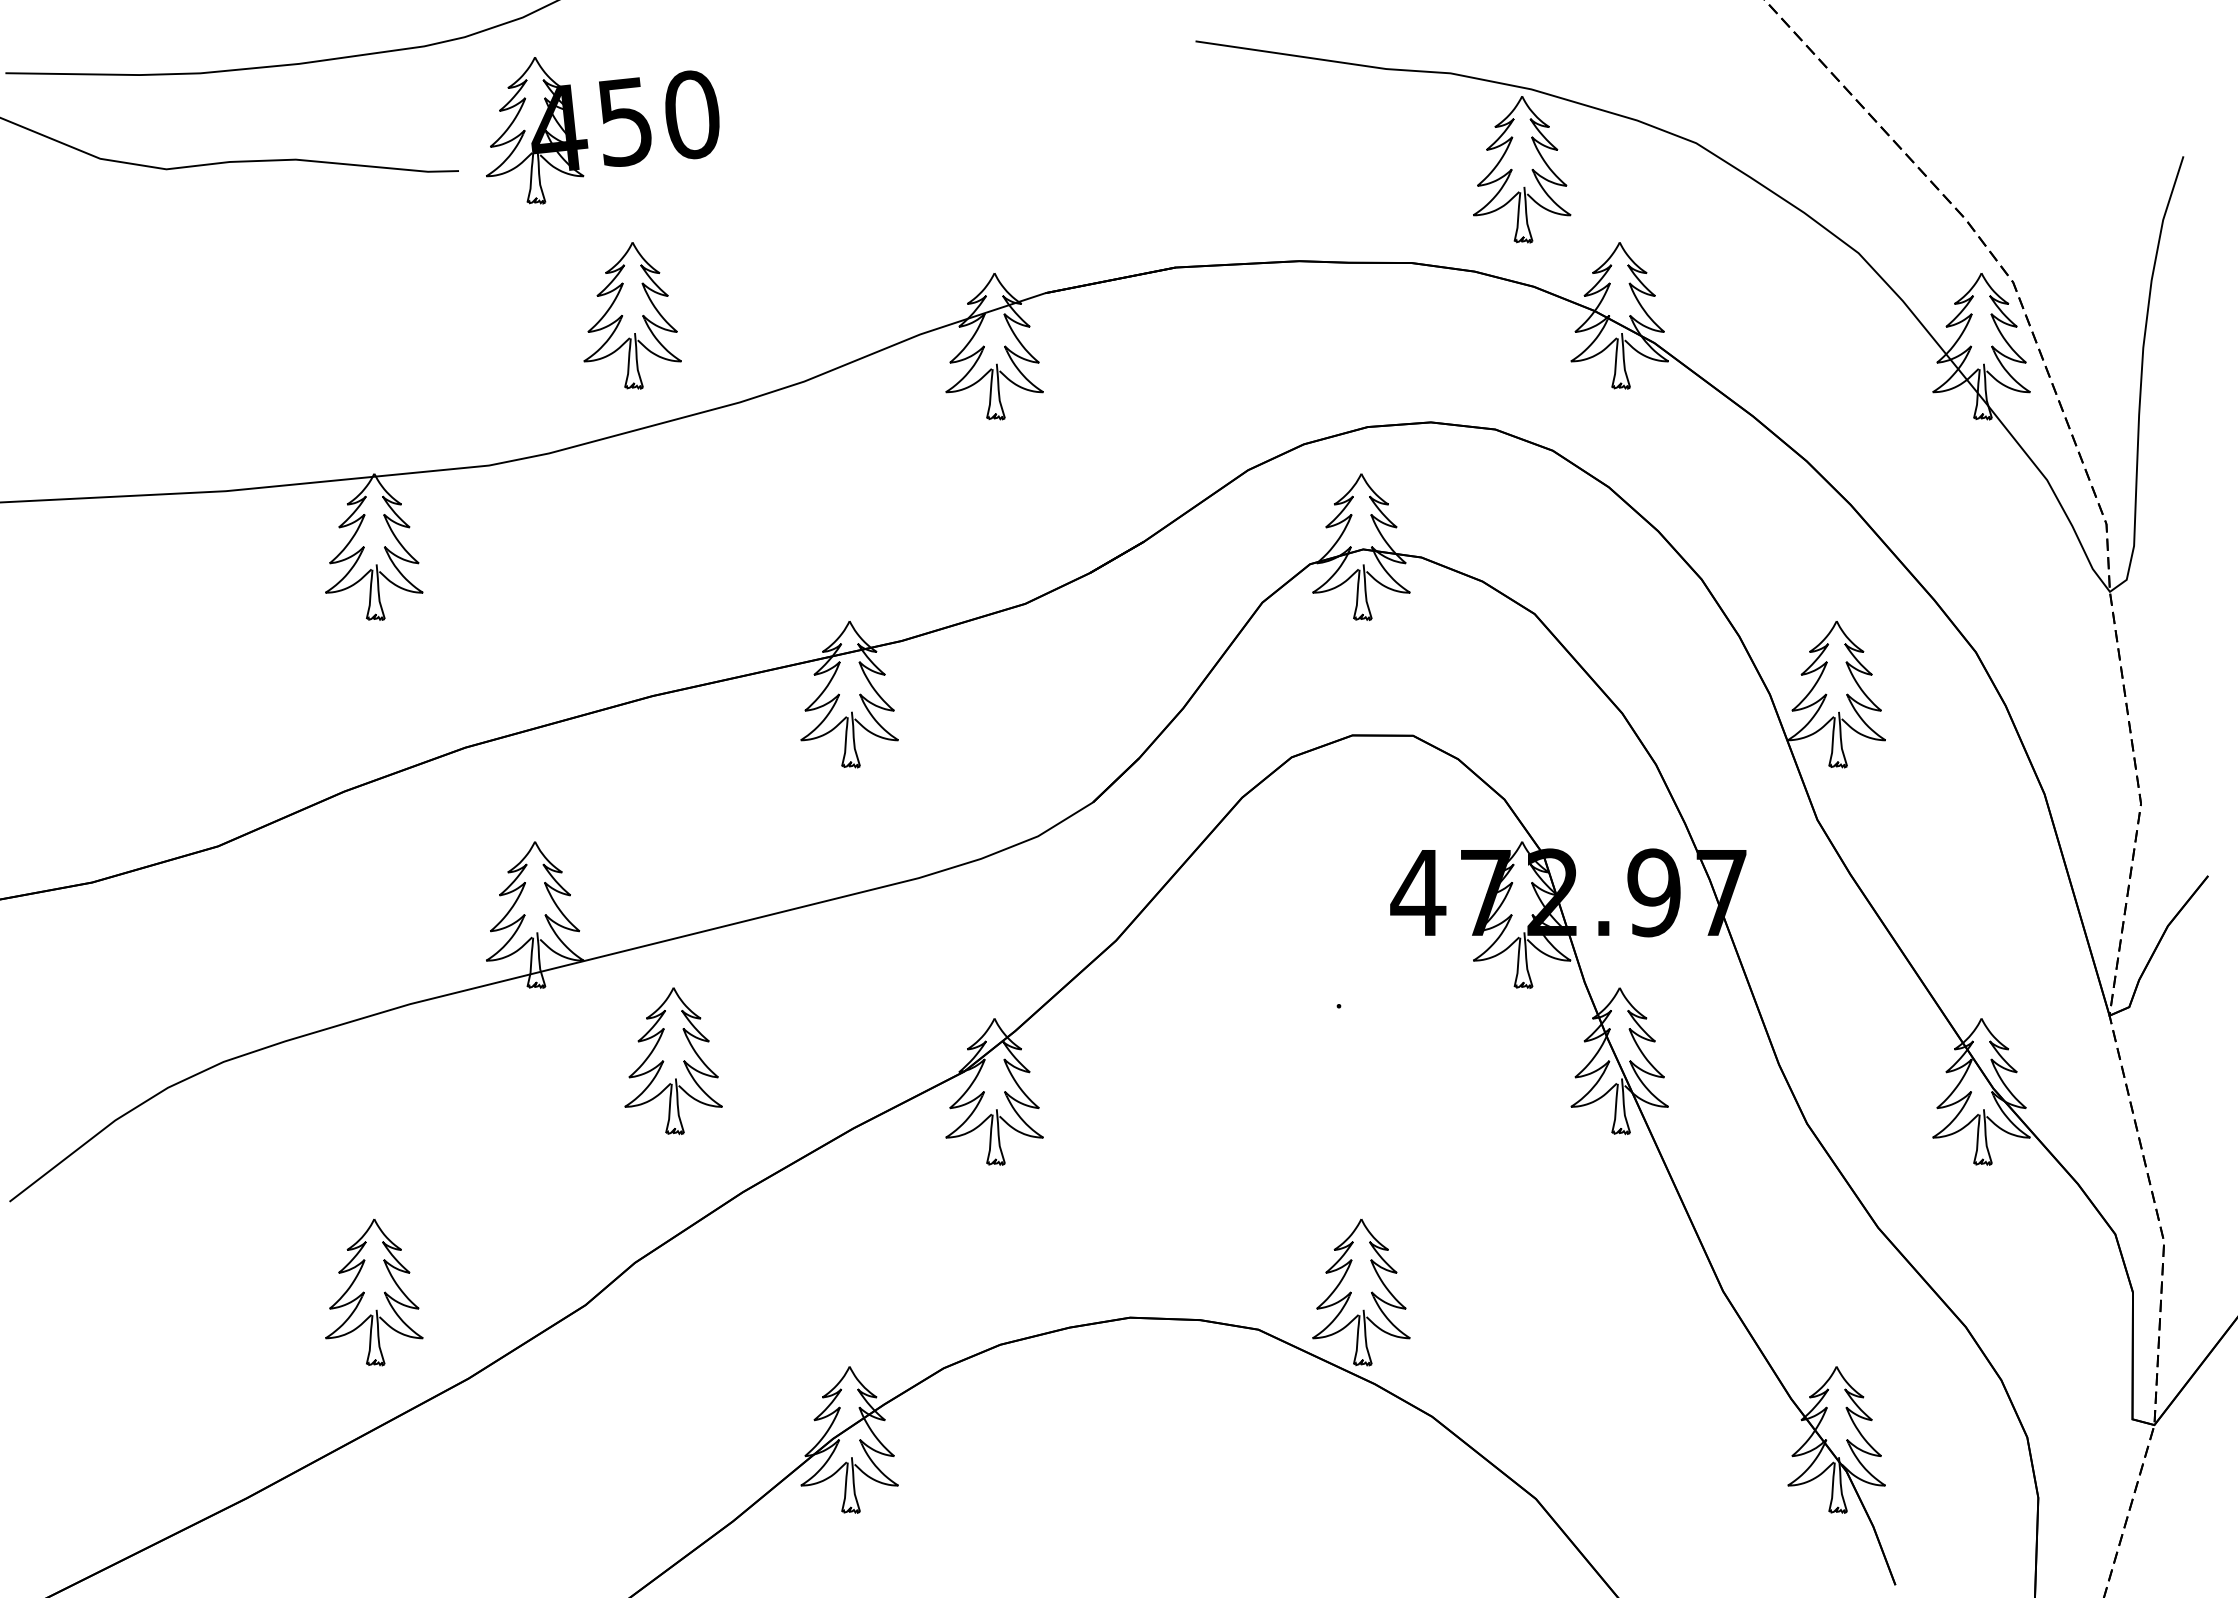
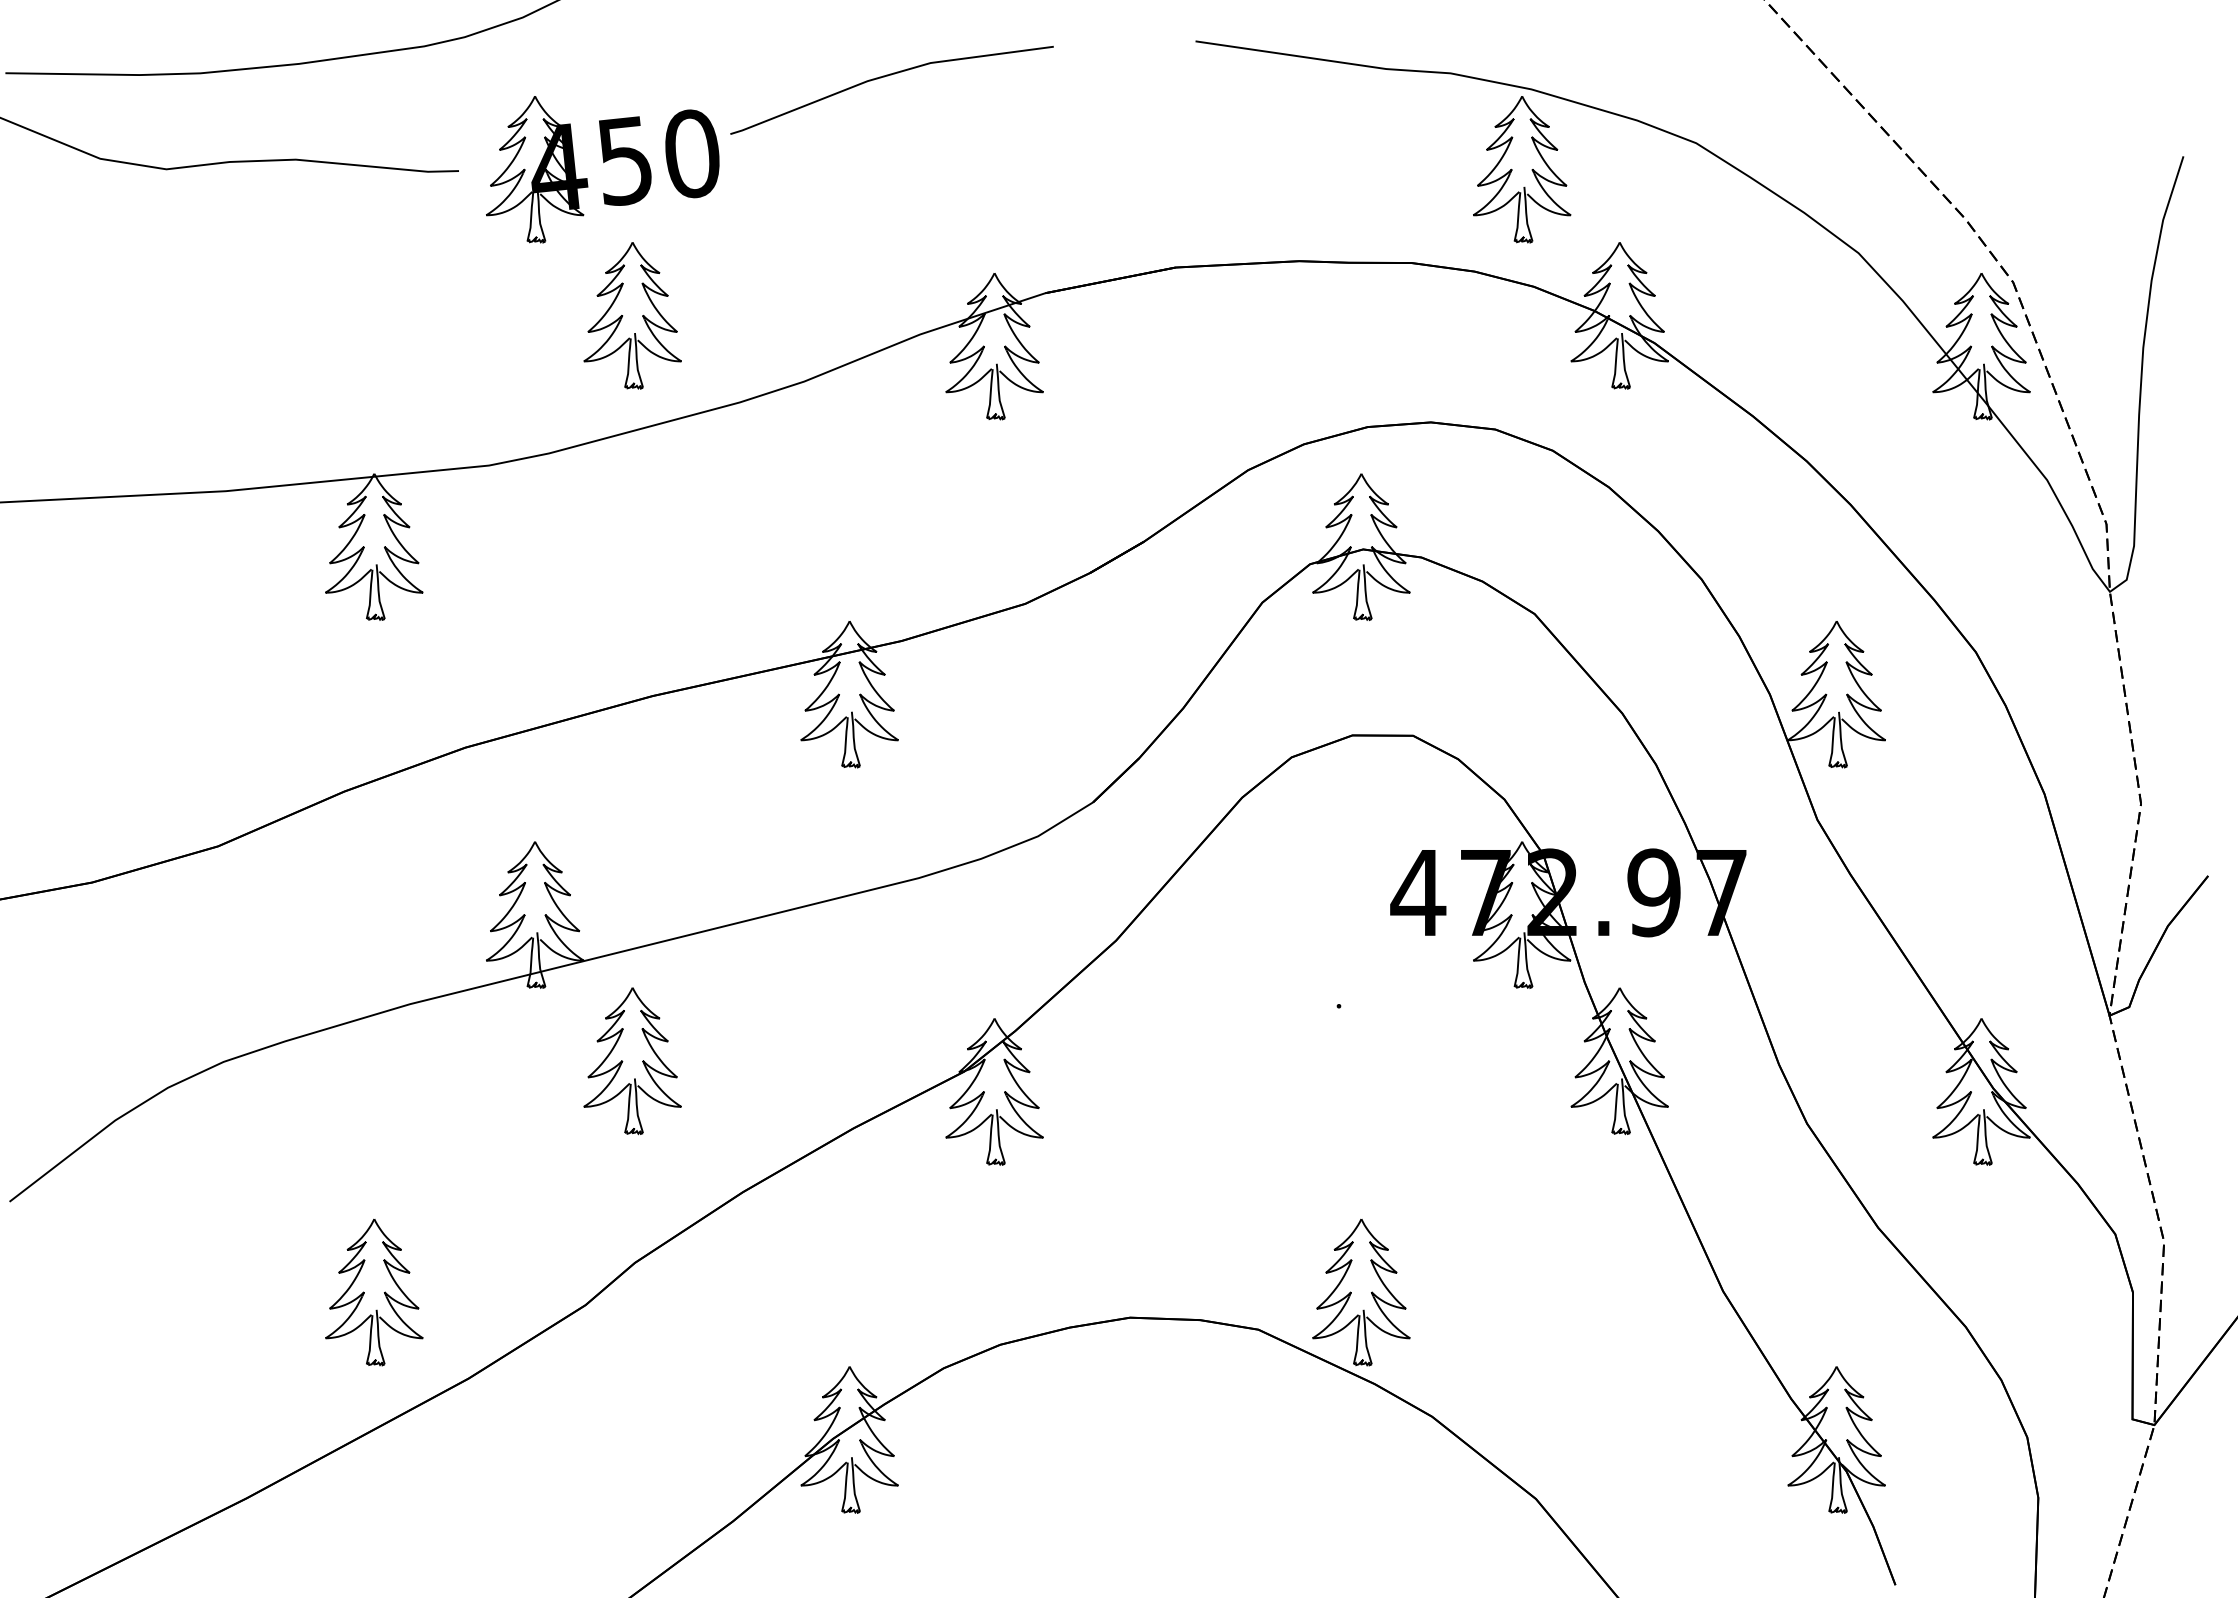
line at (888, 76): none -> present
part at (603, 124) position: (603, 124) -> (603, 163)
part at (673, 1061) position: (673, 1061) -> (632, 1061)
